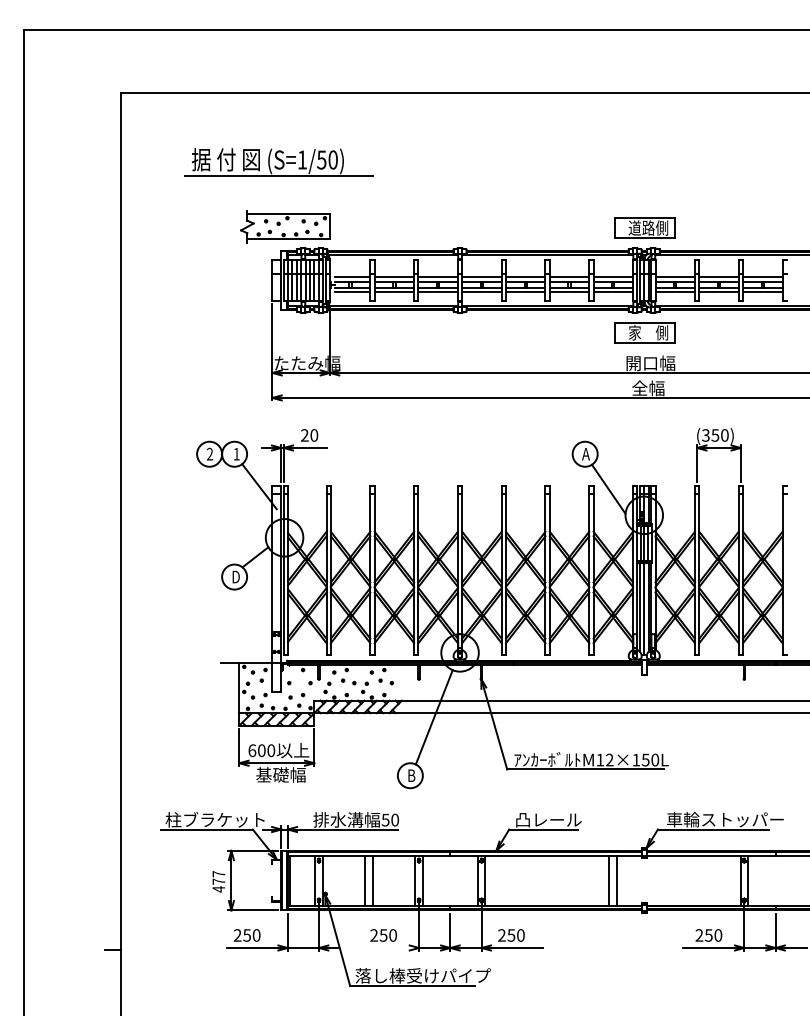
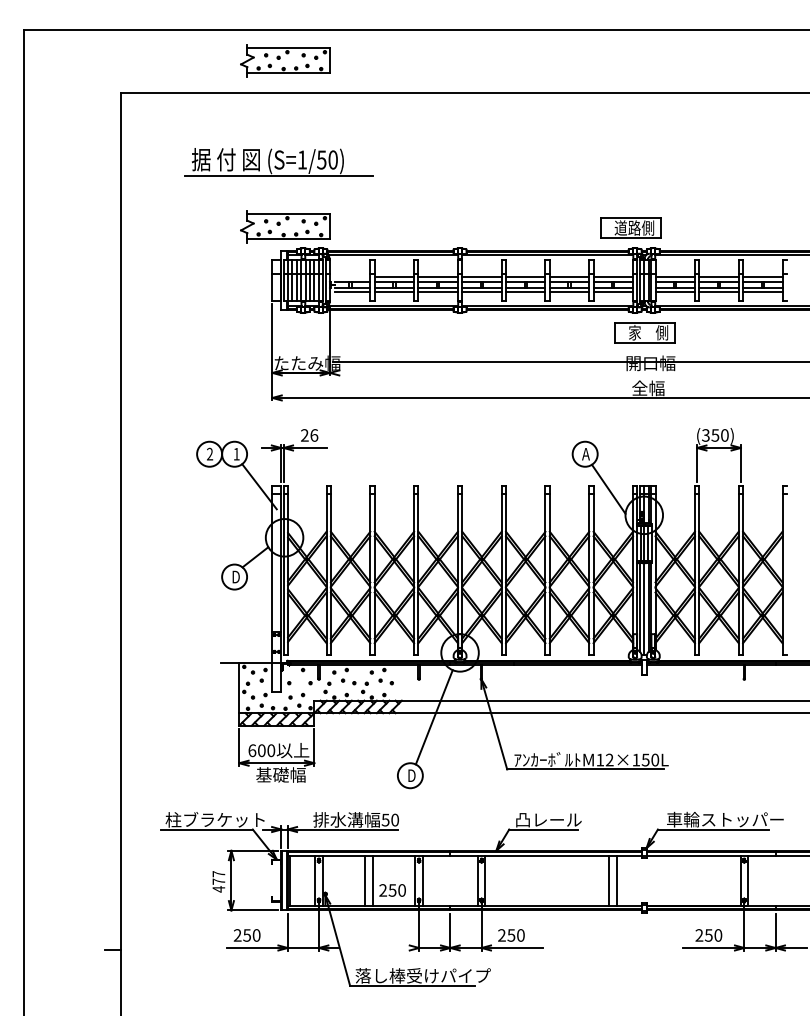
part at (285, 60): none -> present
part at (644, 227) position: (644, 227) -> (630, 227)
line at (352, 277): present -> none
line at (569, 372) position: (569, 372) -> (569, 361)
text at (314, 435): 20 -> 26
text at (412, 775): B -> D
text at (383, 935) position: (383, 935) -> (392, 890)
